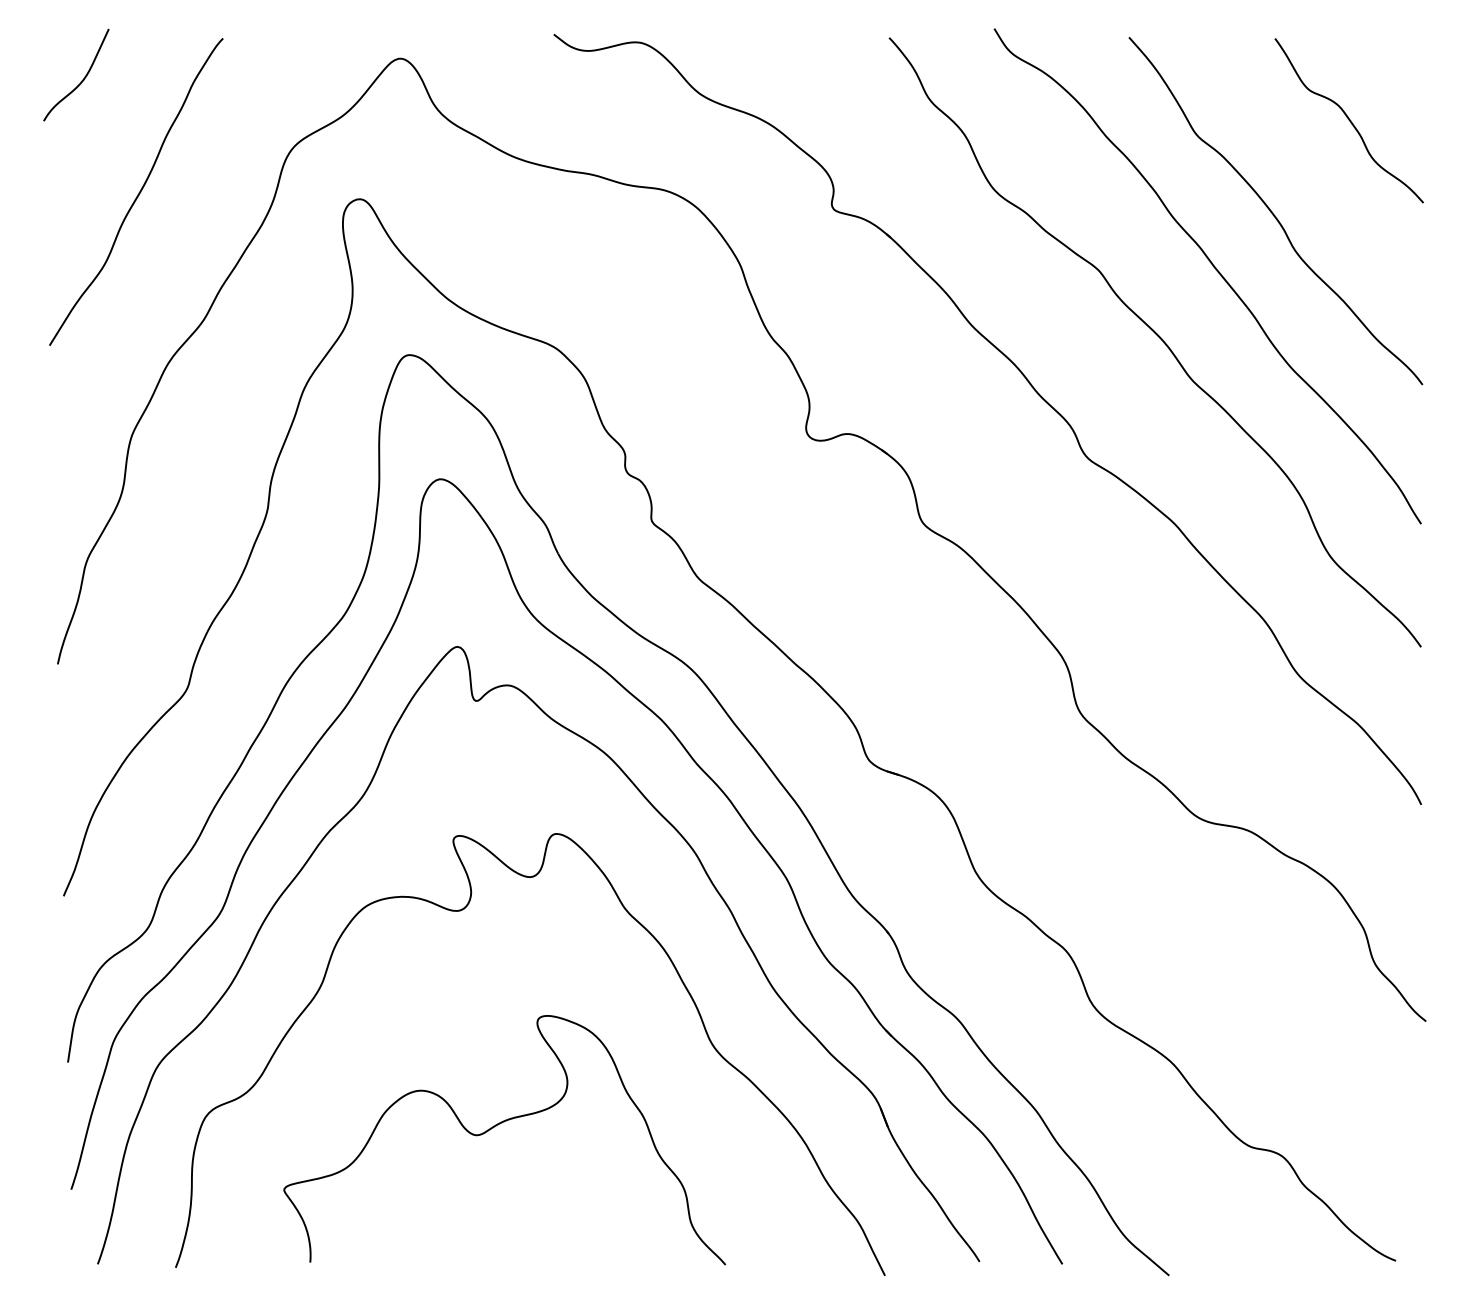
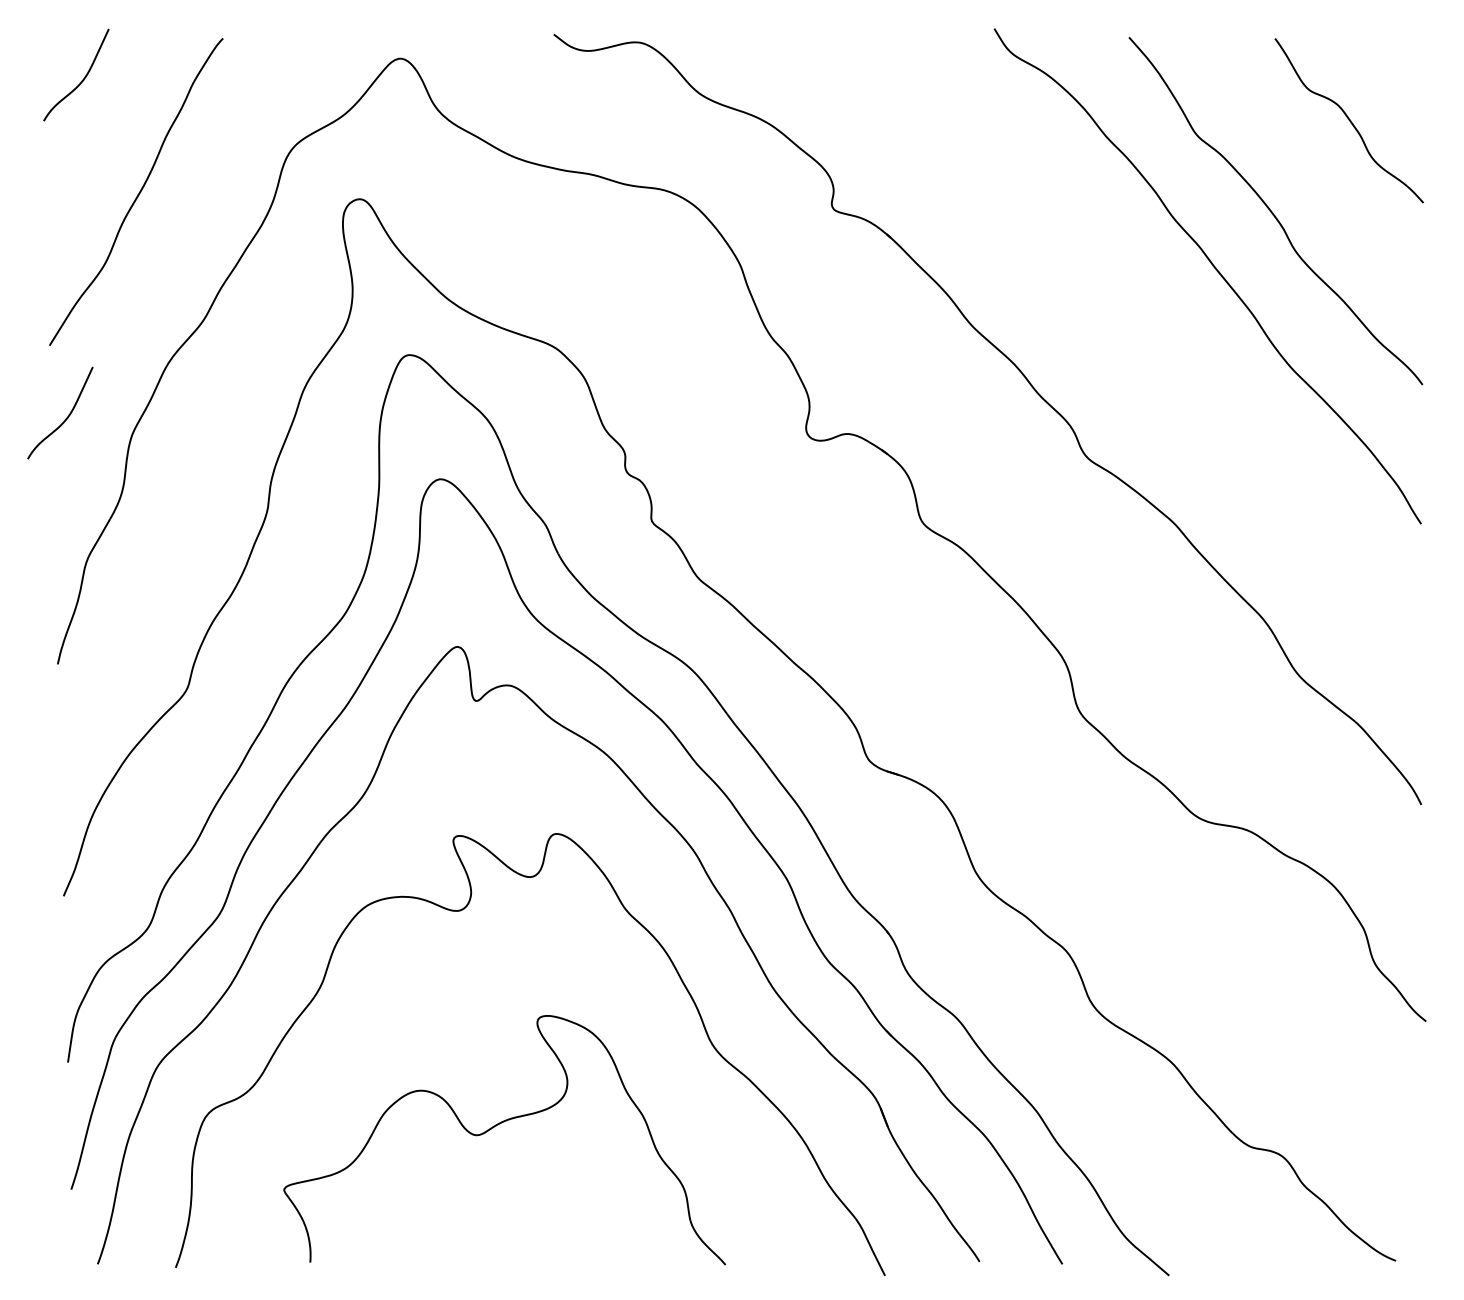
curve at (1158, 337): present -> none
curve at (66, 417): none -> present
